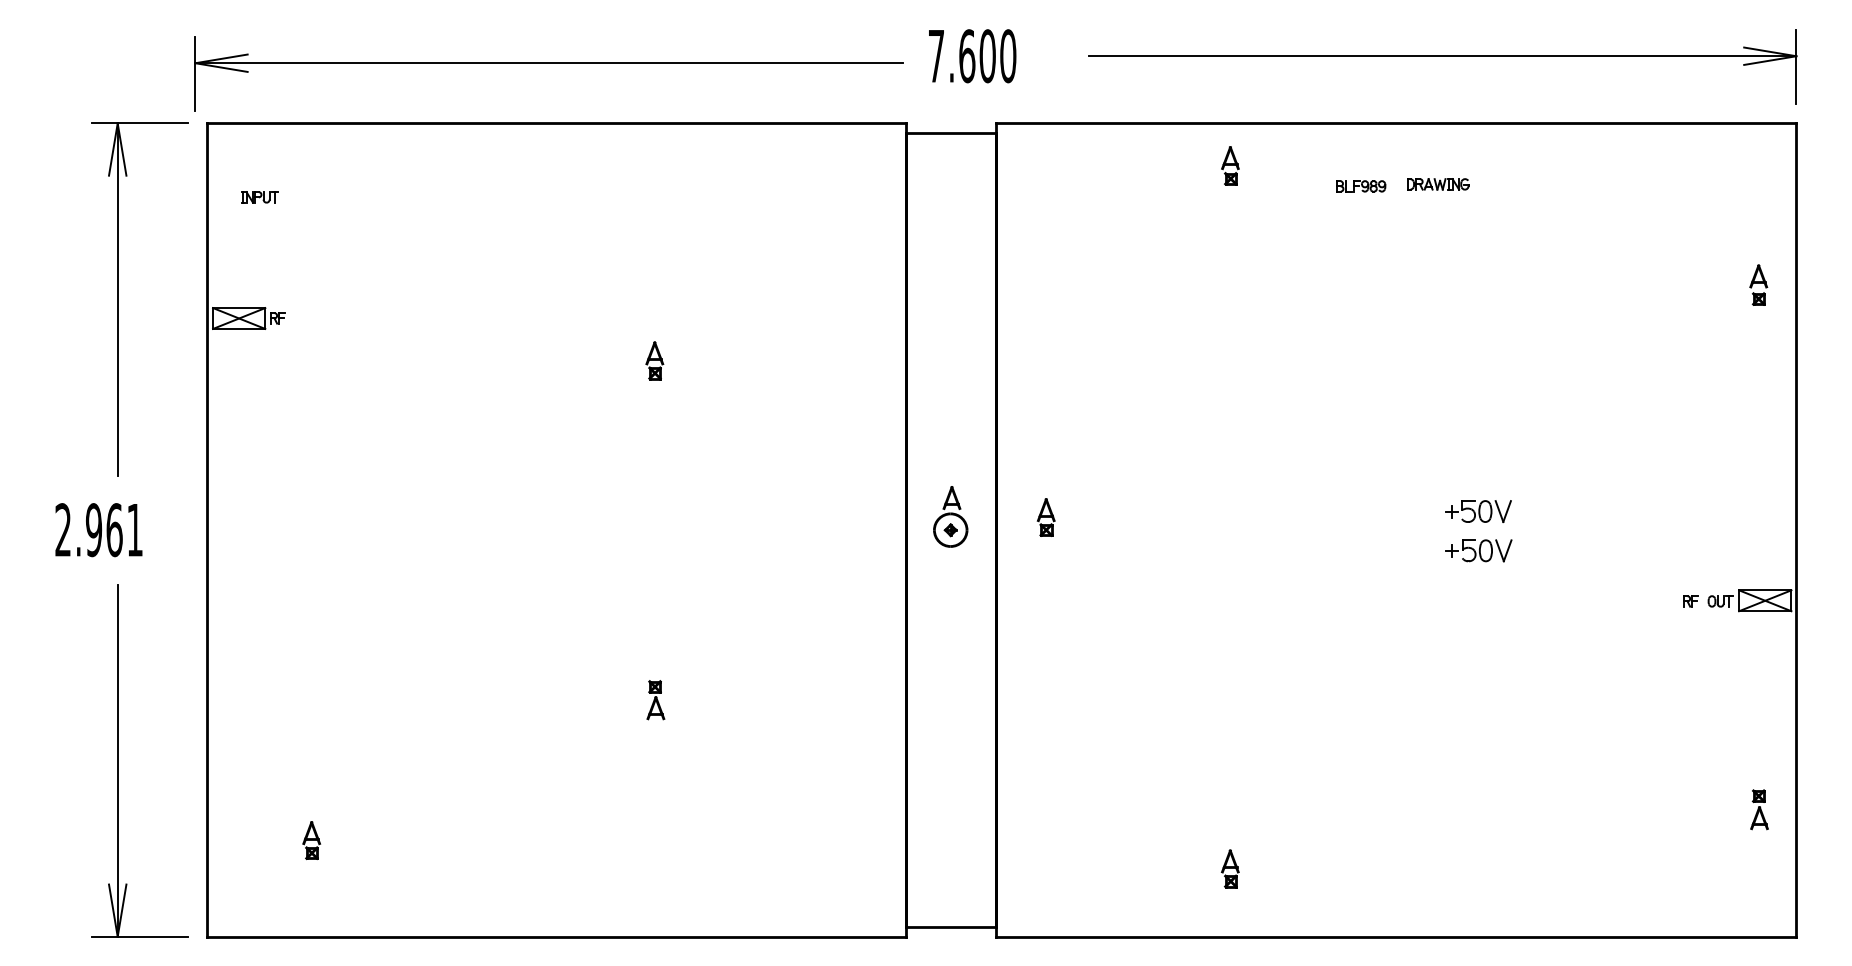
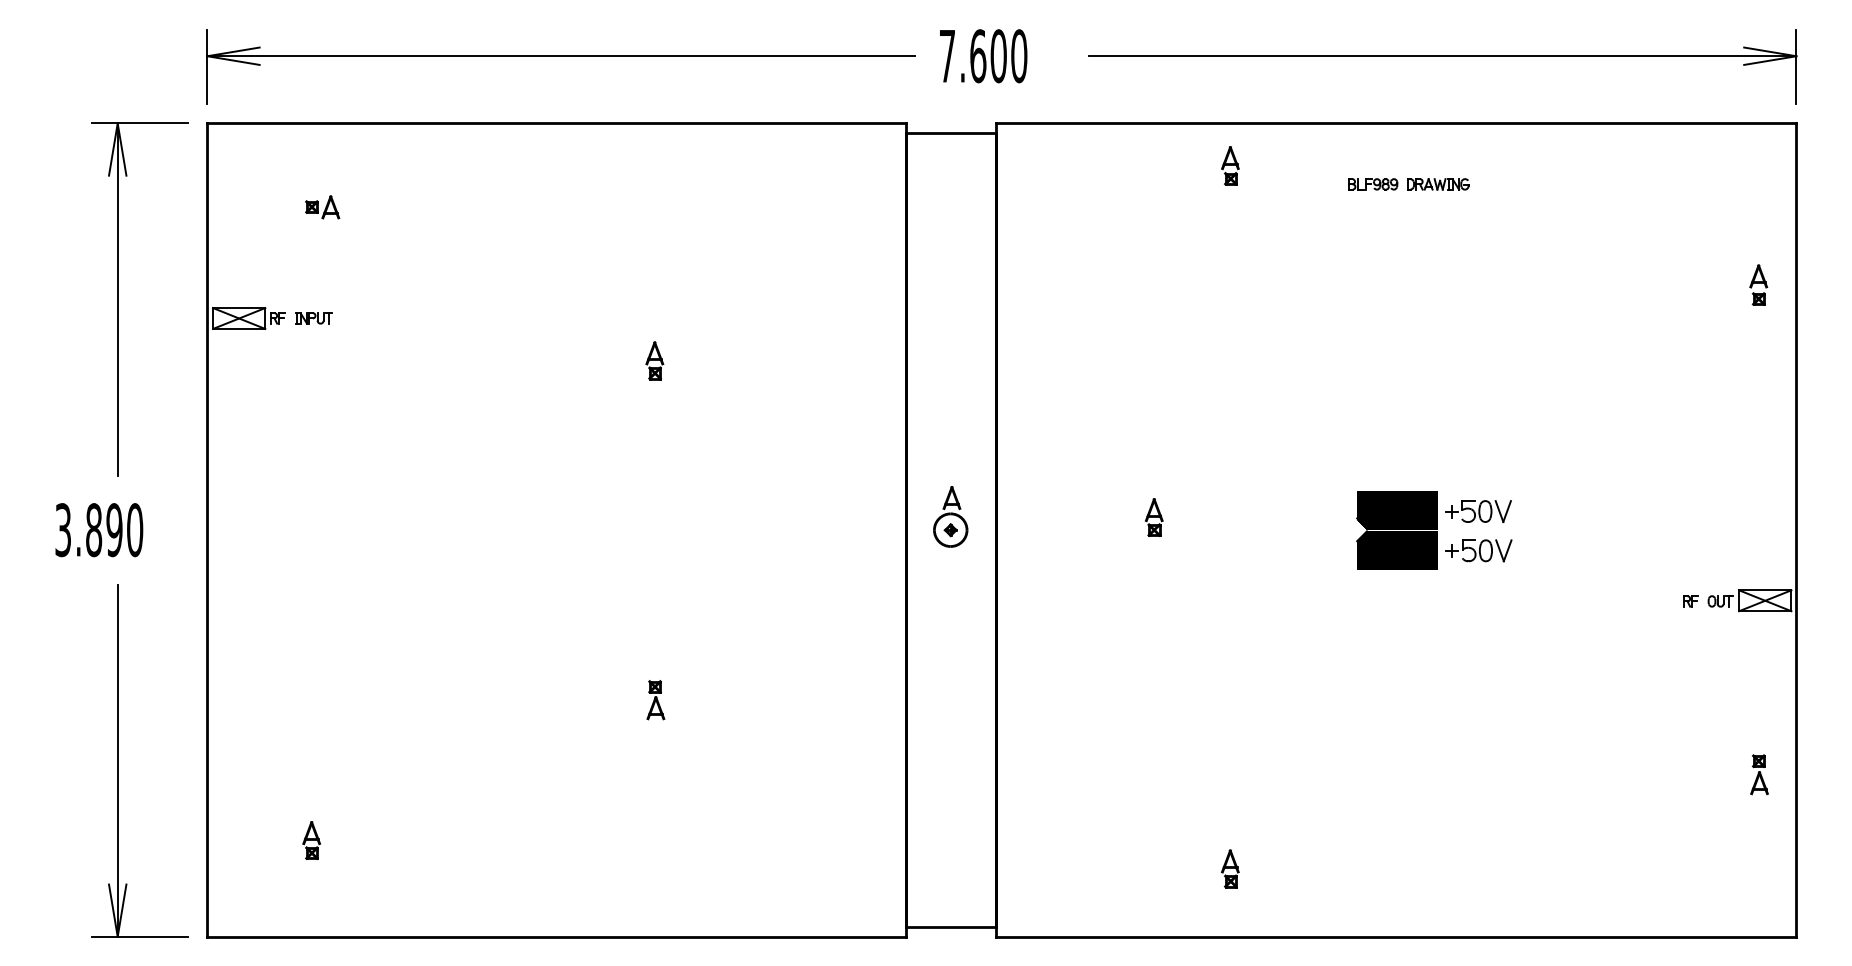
text at (972, 56) position: (972, 56) -> (983, 56)
part at (548, 63) position: (548, 63) -> (560, 56)
part at (1361, 186) position: (1361, 186) -> (1373, 184)
part at (259, 197) position: (259, 197) -> (313, 318)
part at (322, 207): none -> present
part at (1045, 517) position: (1045, 517) -> (1153, 517)
text at (99, 530): 2.961 -> 3.890
part at (1396, 530): none -> present
part at (1759, 809) position: (1759, 809) -> (1759, 774)
